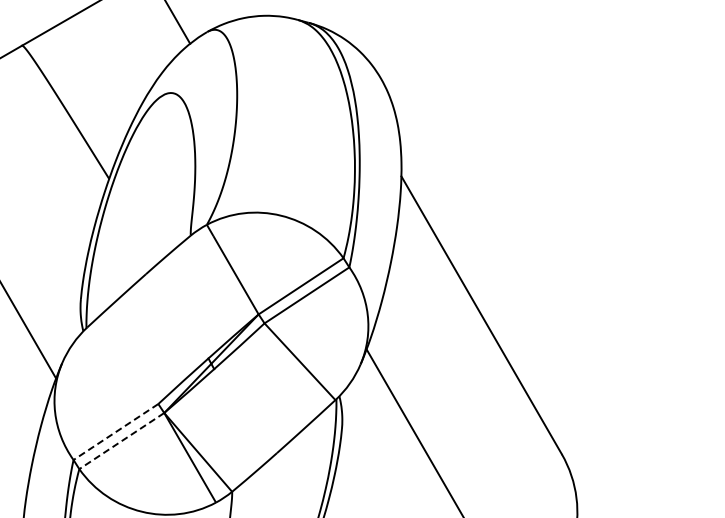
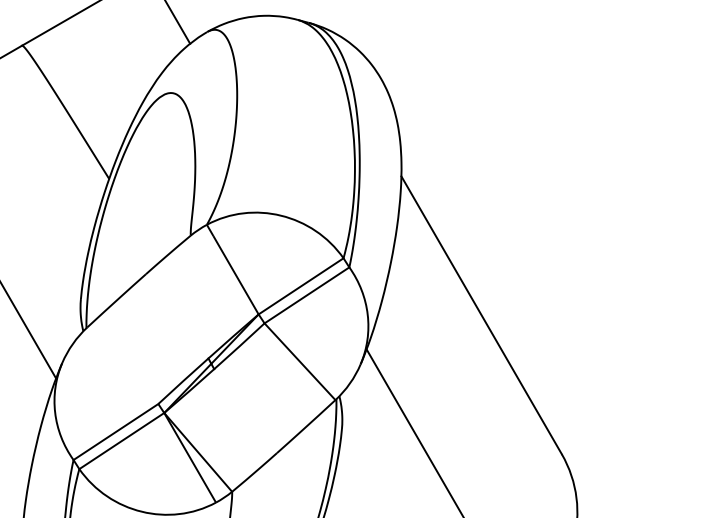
line at (115, 432): dashed -> solid
line at (121, 441): dashed -> solid
